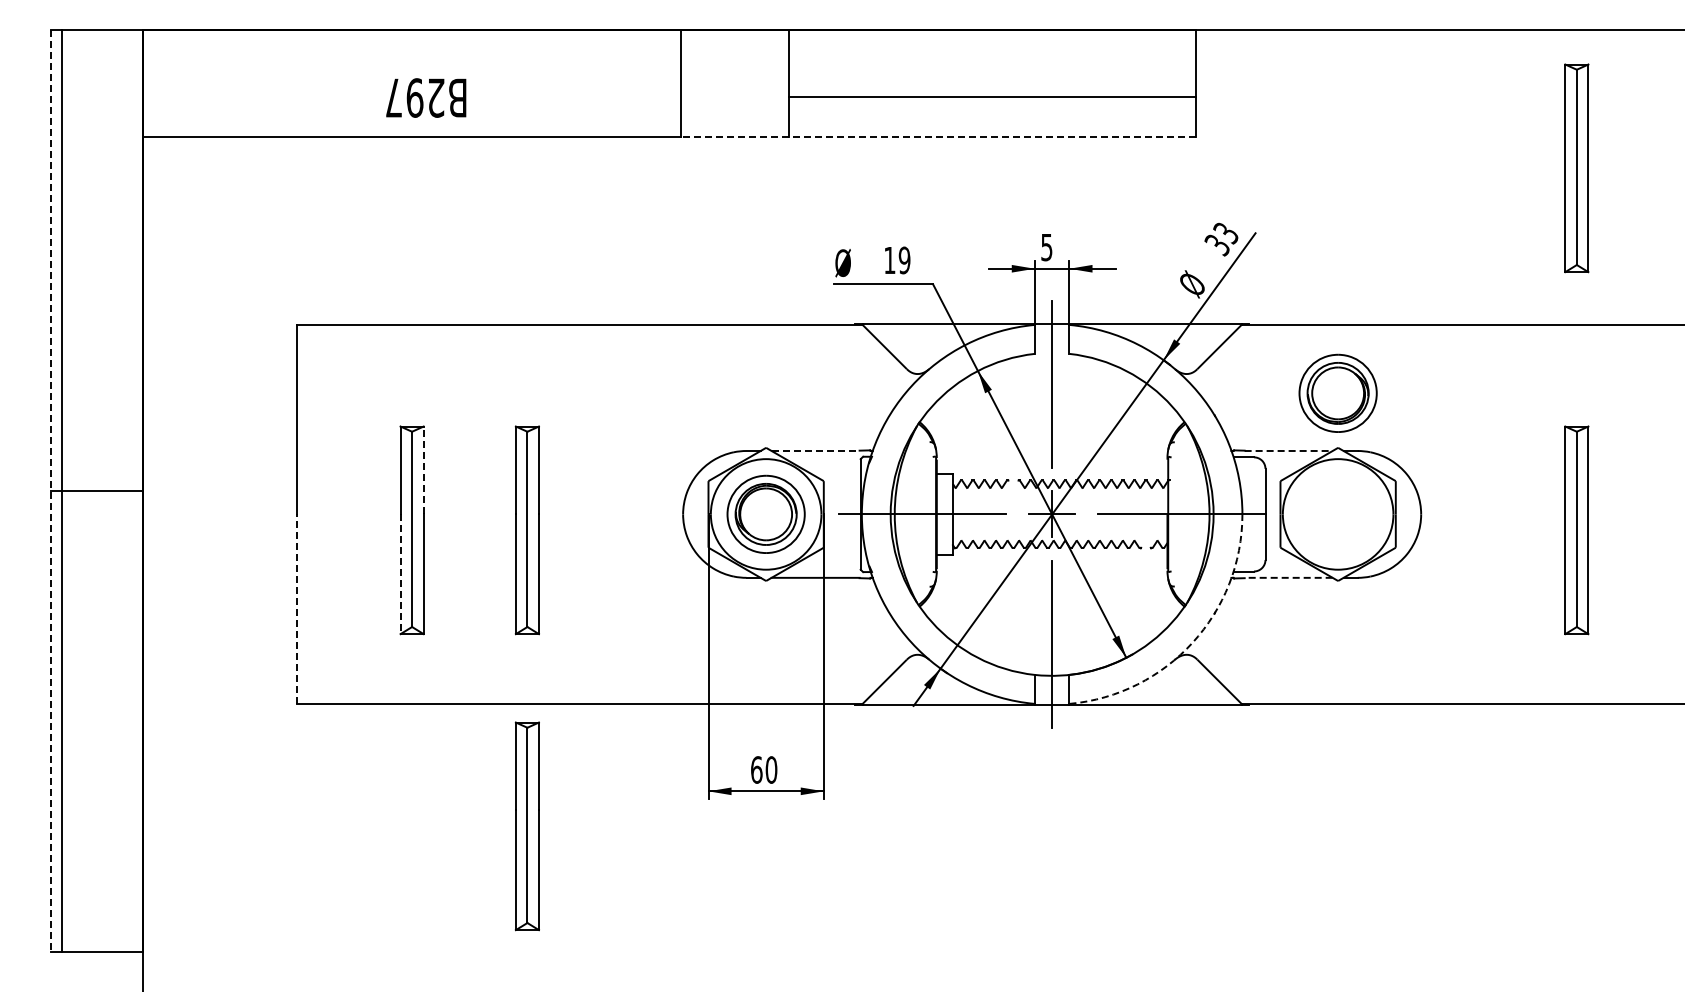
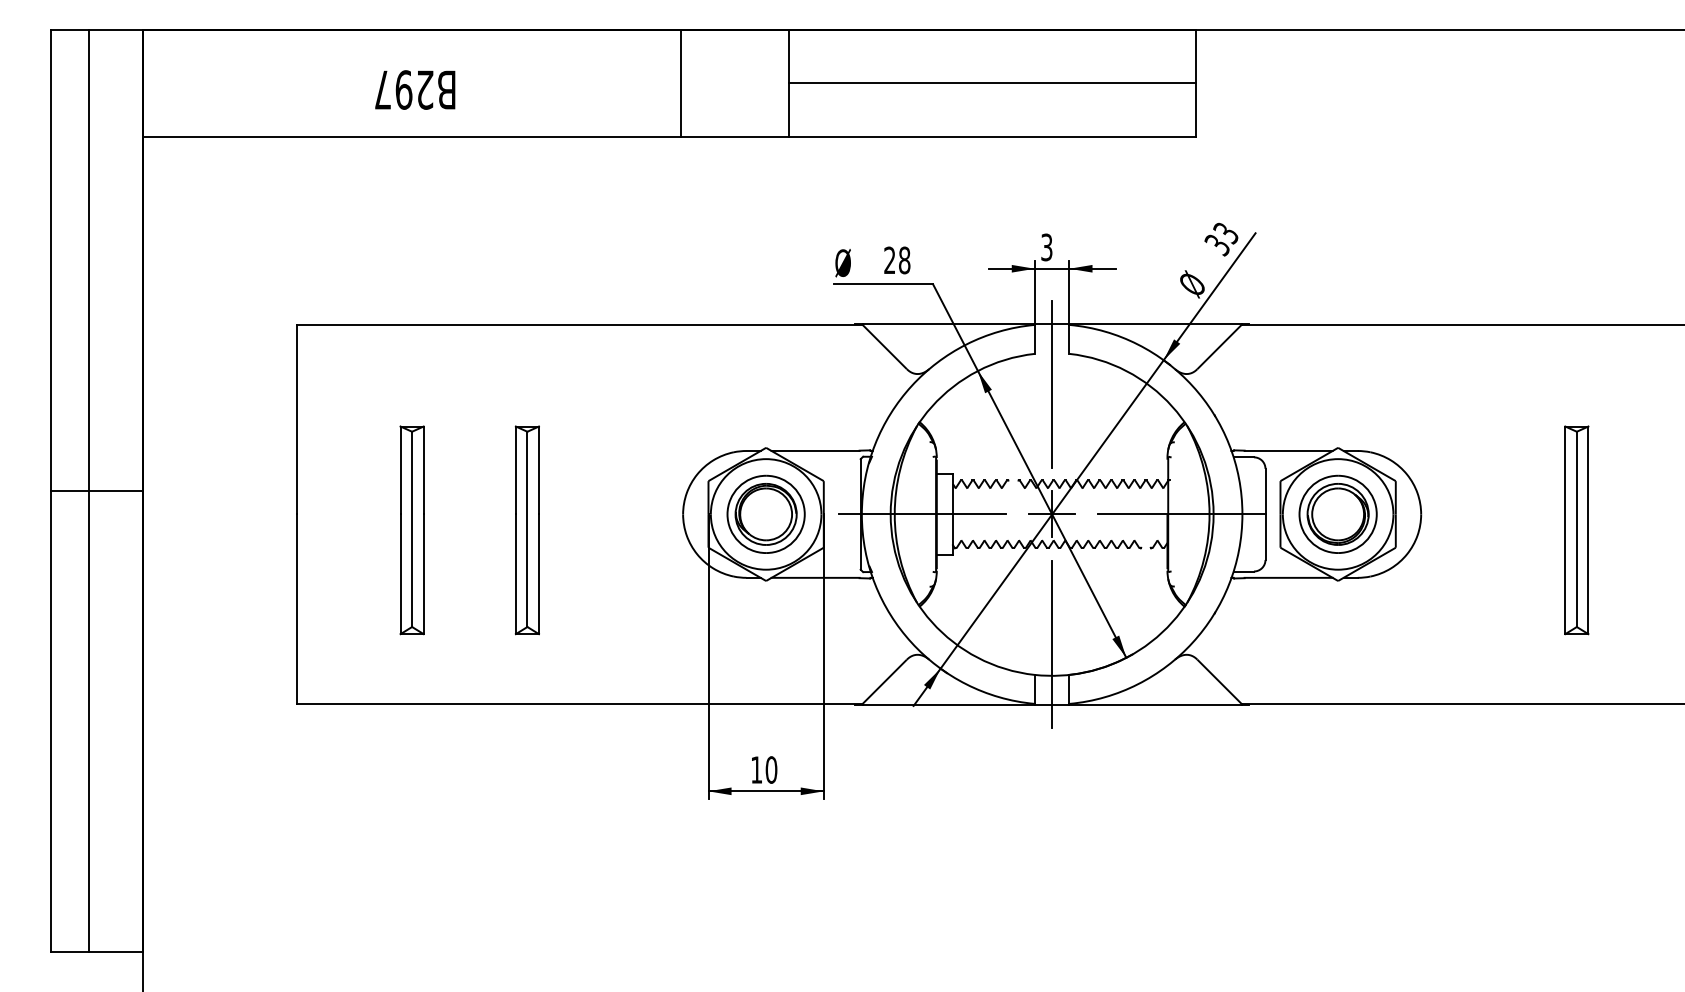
text at (426, 97) position: (426, 97) -> (415, 89)
line at (992, 97) position: (992, 97) -> (992, 83)
line at (938, 137): dashed -> solid
part at (1576, 168): present -> none
text at (1046, 246): 5 -> 3
text at (897, 260): 19 -> 28
part at (1337, 392) position: (1337, 392) -> (1337, 513)
line at (1289, 450): dashed -> solid
line at (816, 451): dashed -> solid
line at (423, 470): dashed -> solid
line at (61, 490) position: (61, 490) -> (88, 490)
line at (50, 491): dashed -> solid
line at (400, 574): dashed -> solid
line at (1288, 577): dashed -> solid
line at (296, 609): dashed -> solid
arc at (1192, 642): dashed -> solid
text at (756, 769): 60 -> 10
part at (526, 826): present -> none
